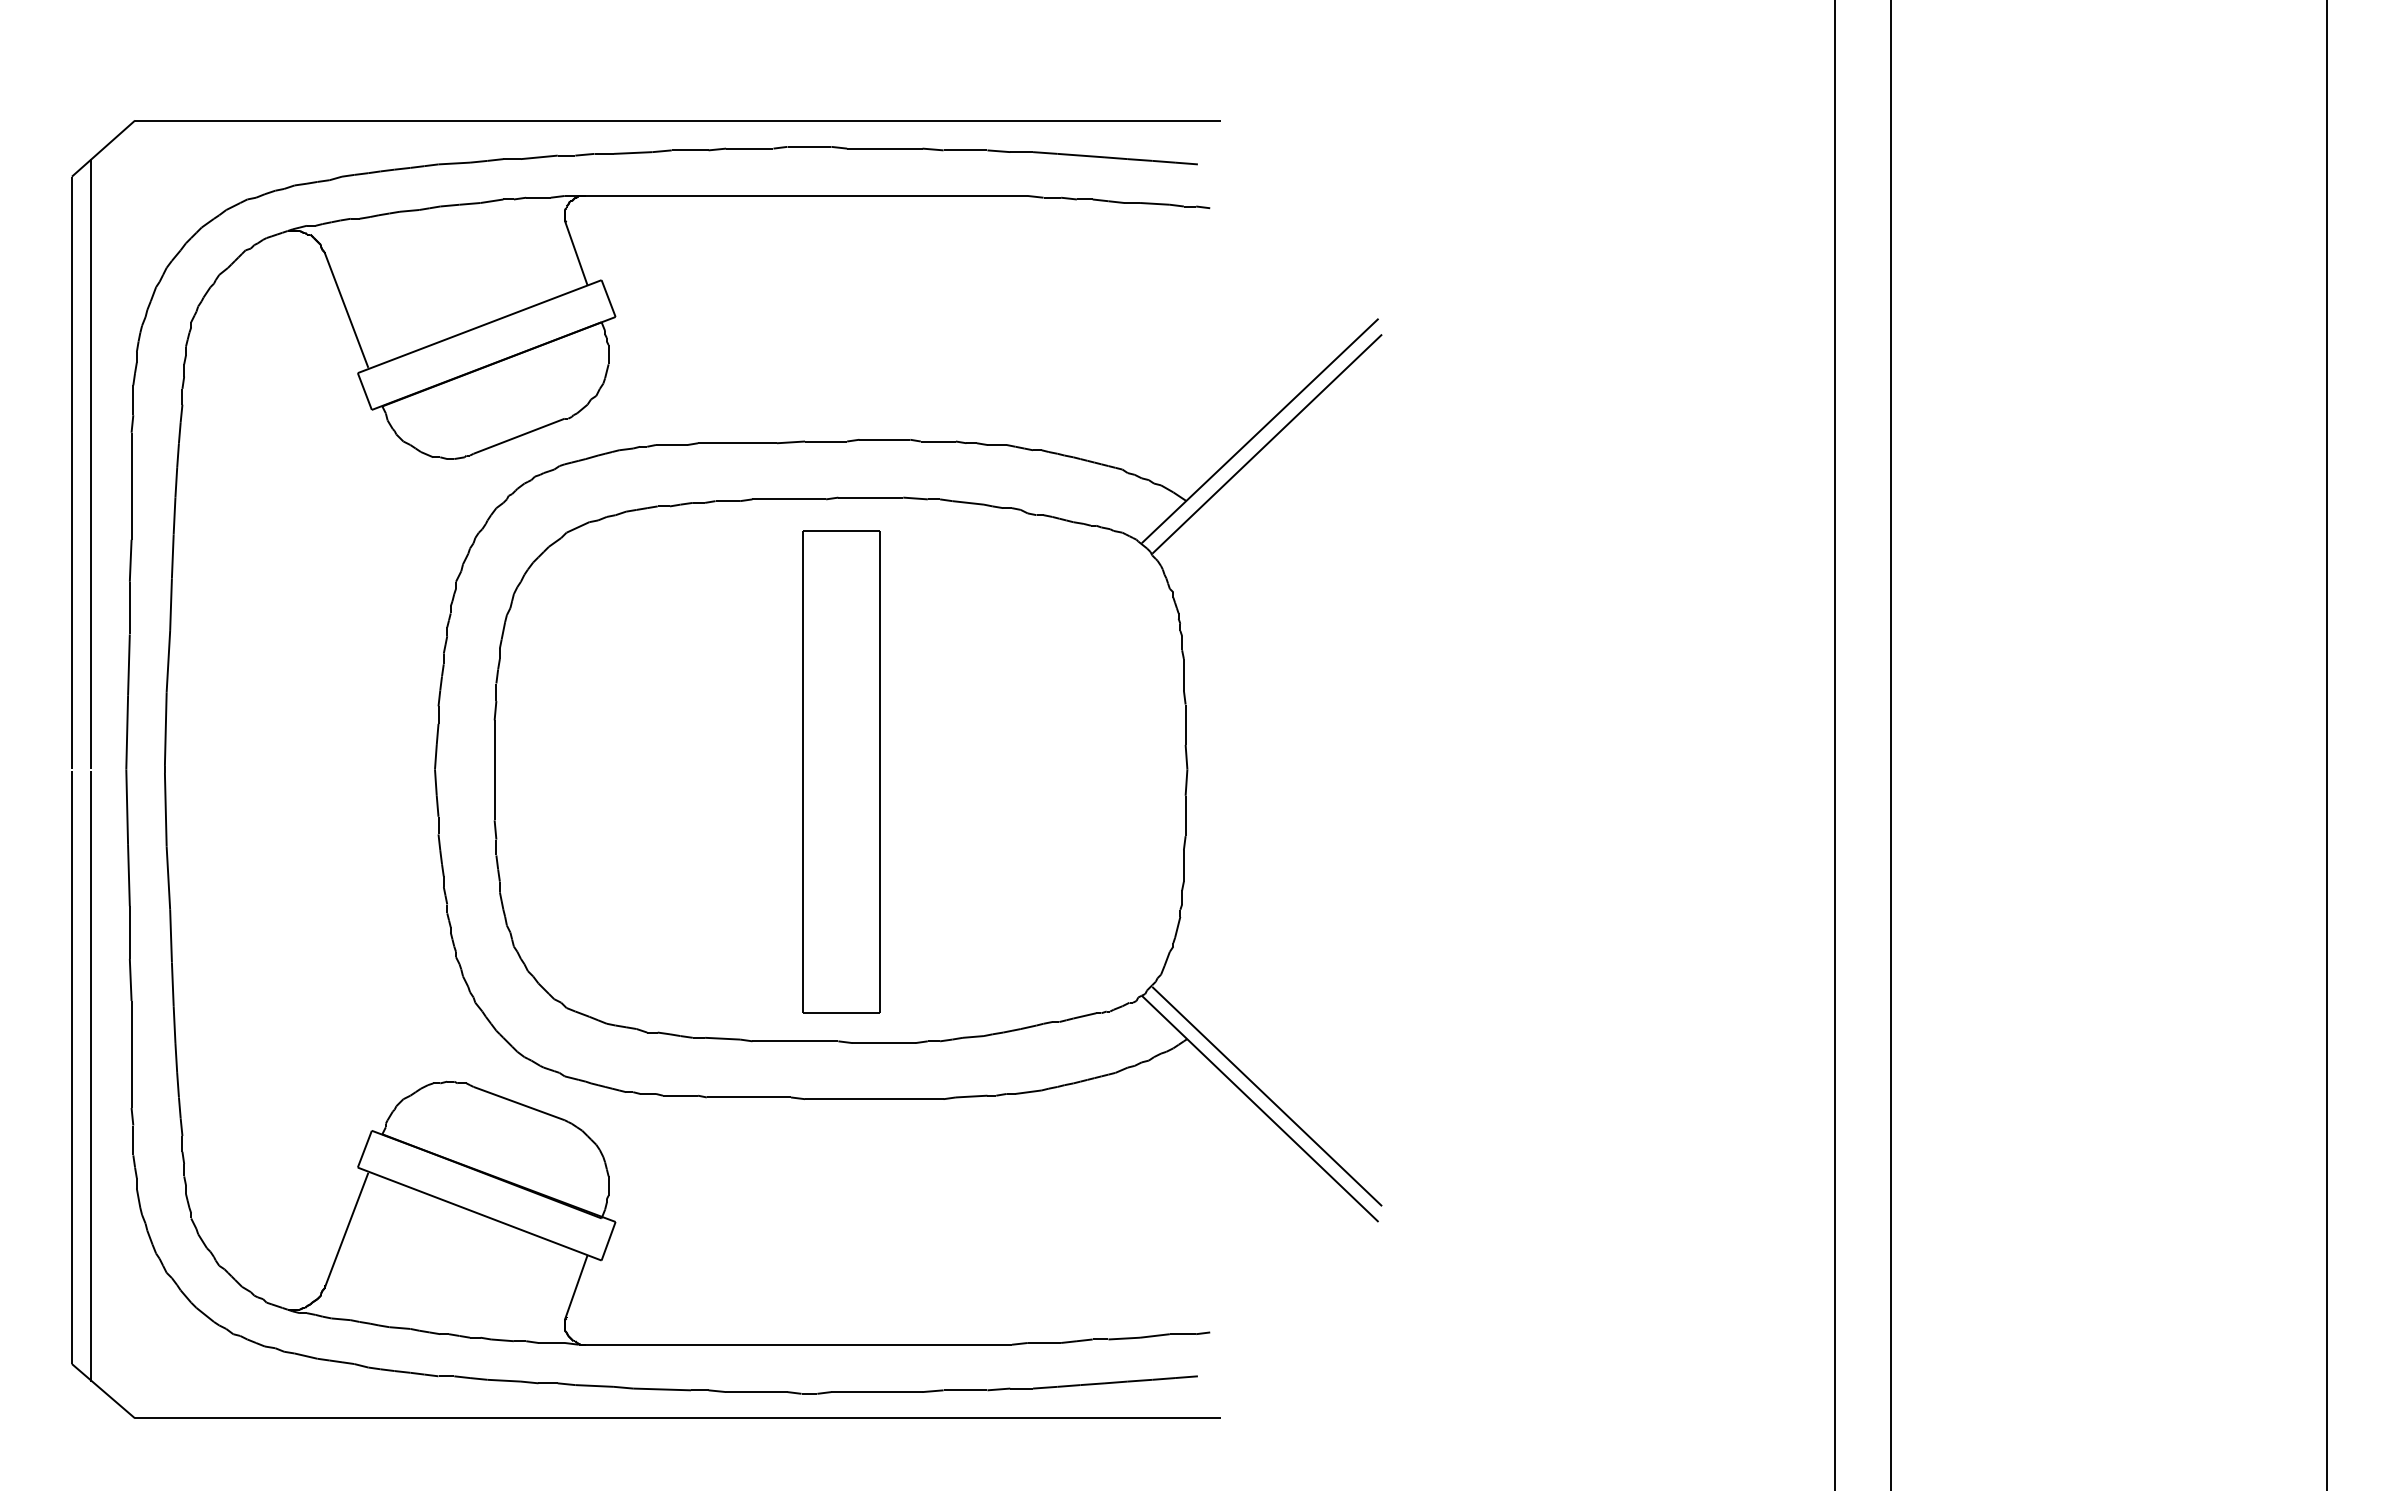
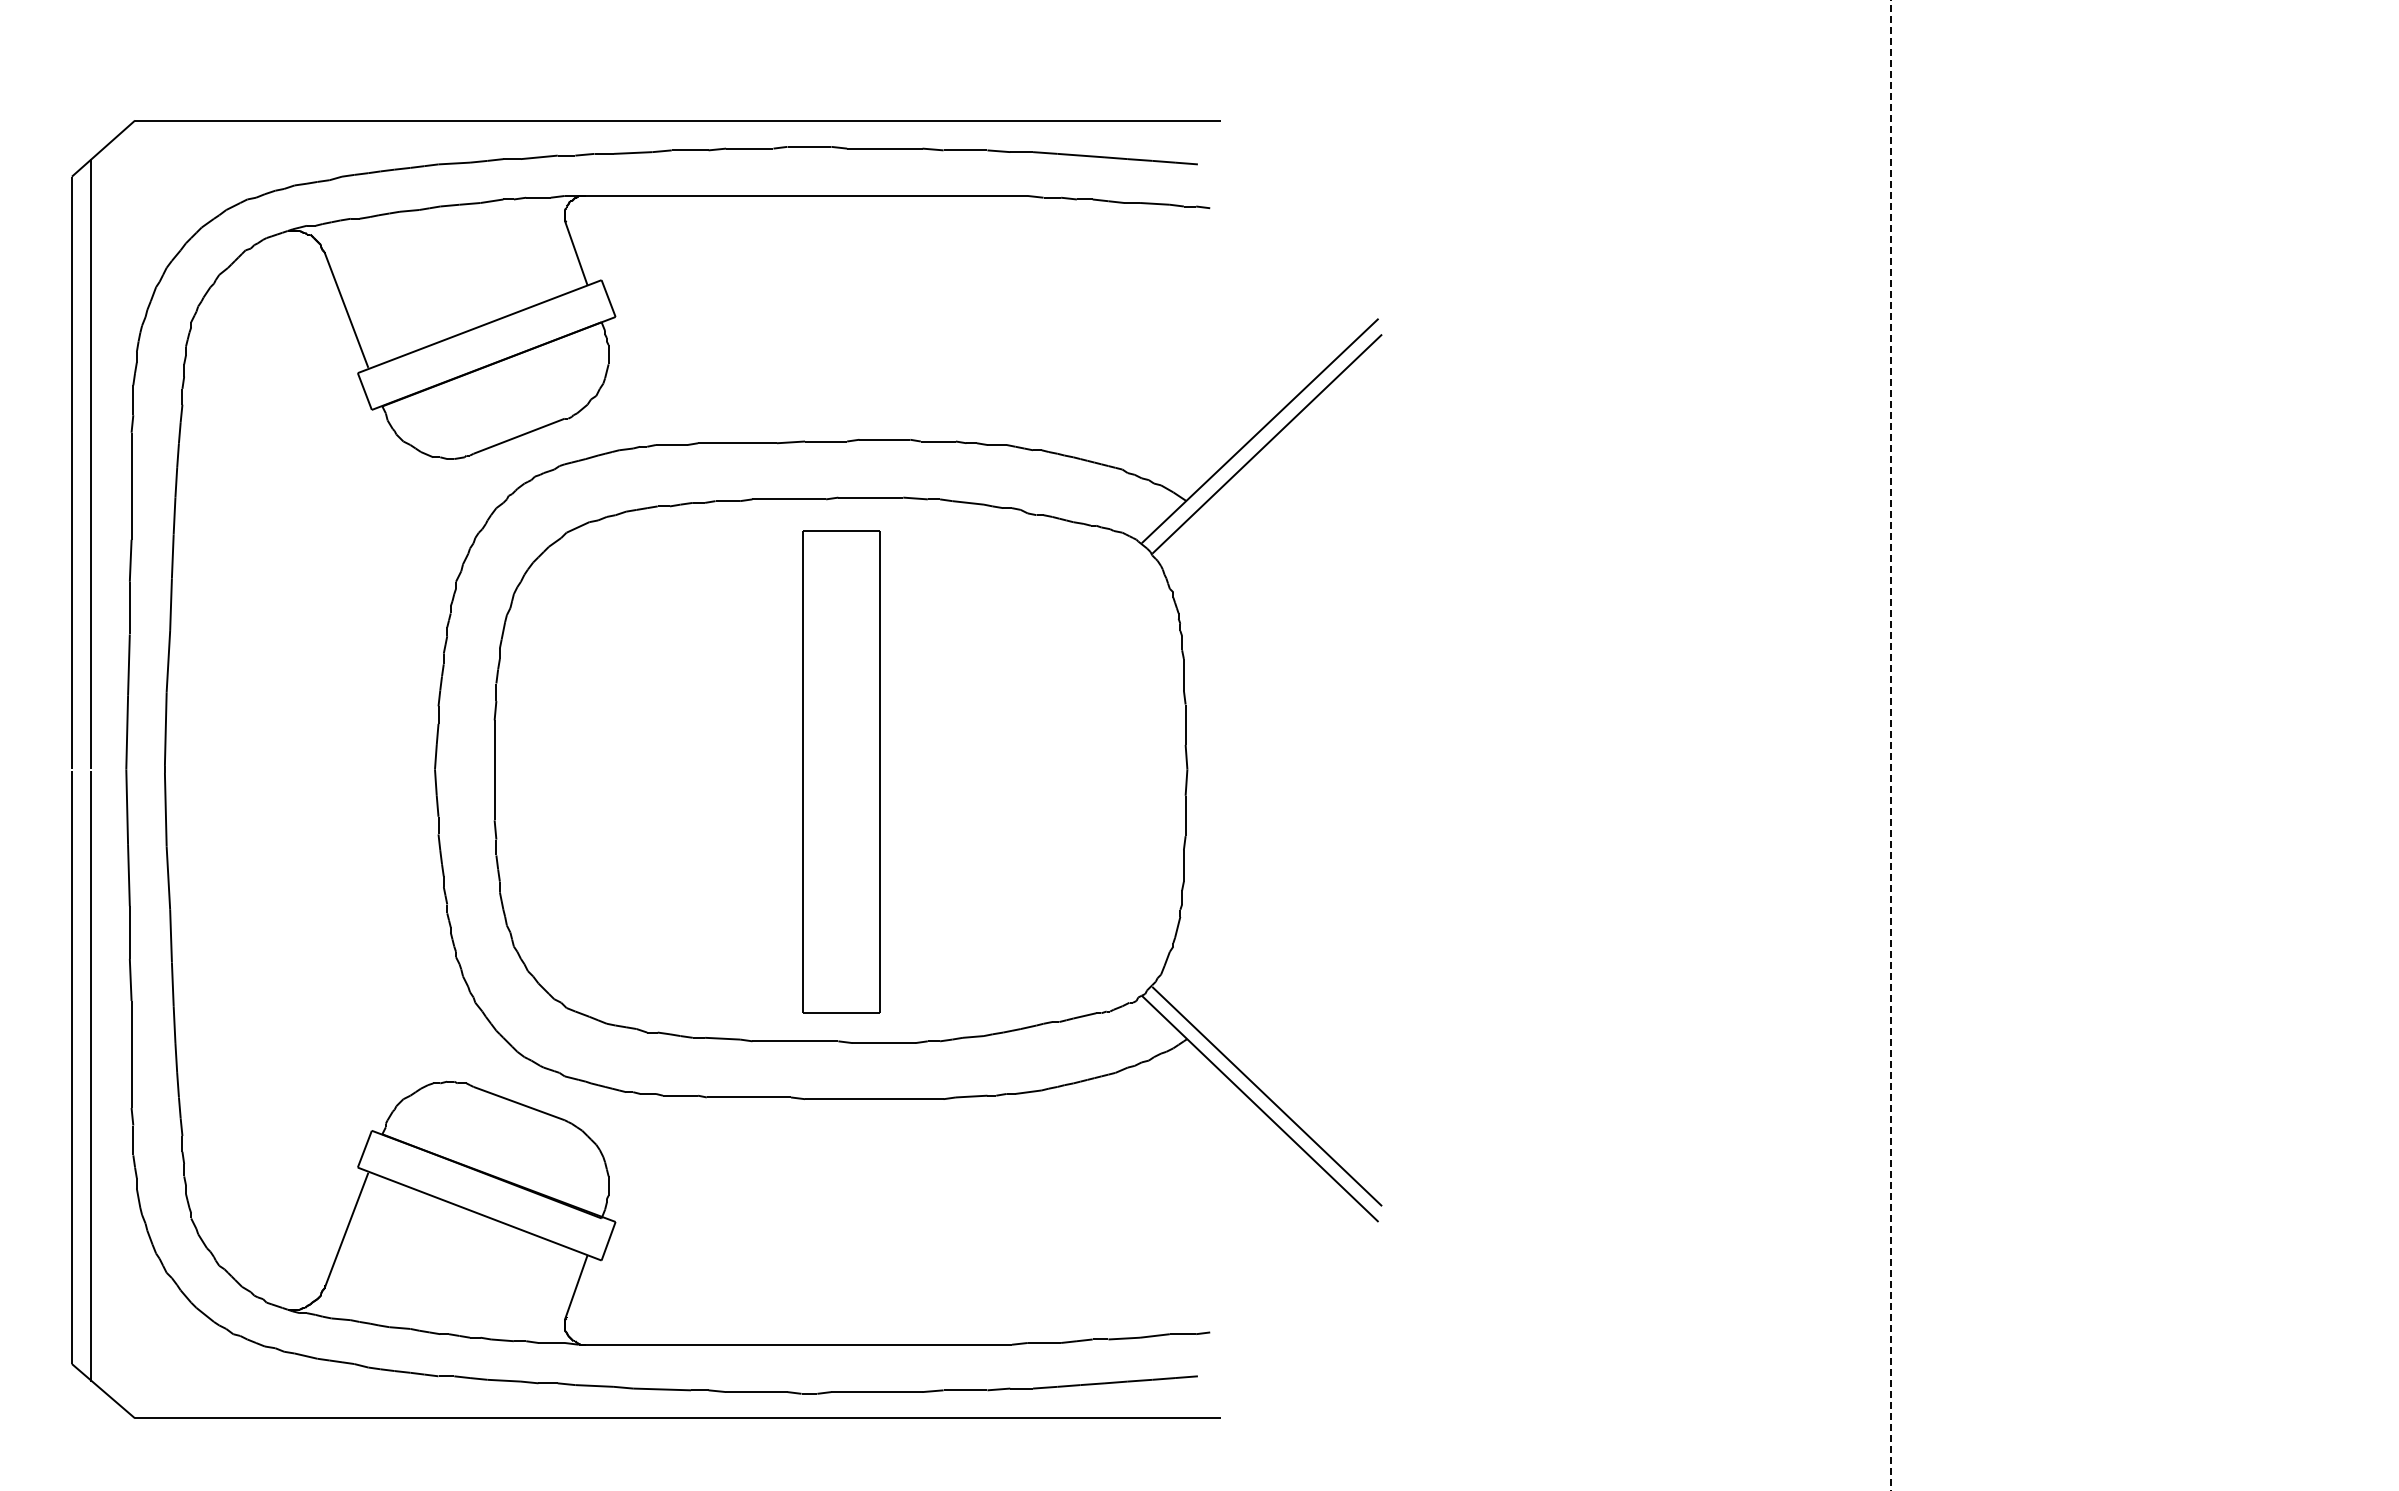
line at (1834, 744): present -> none
line at (2327, 744): present -> none
line at (1891, 745): solid -> dashed
